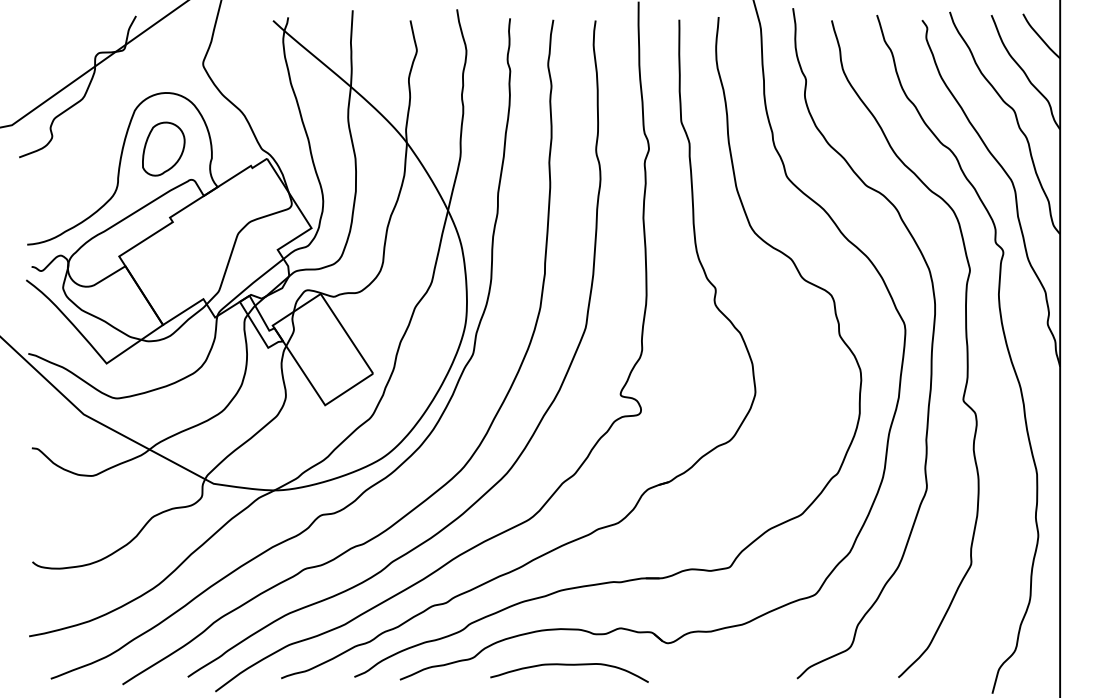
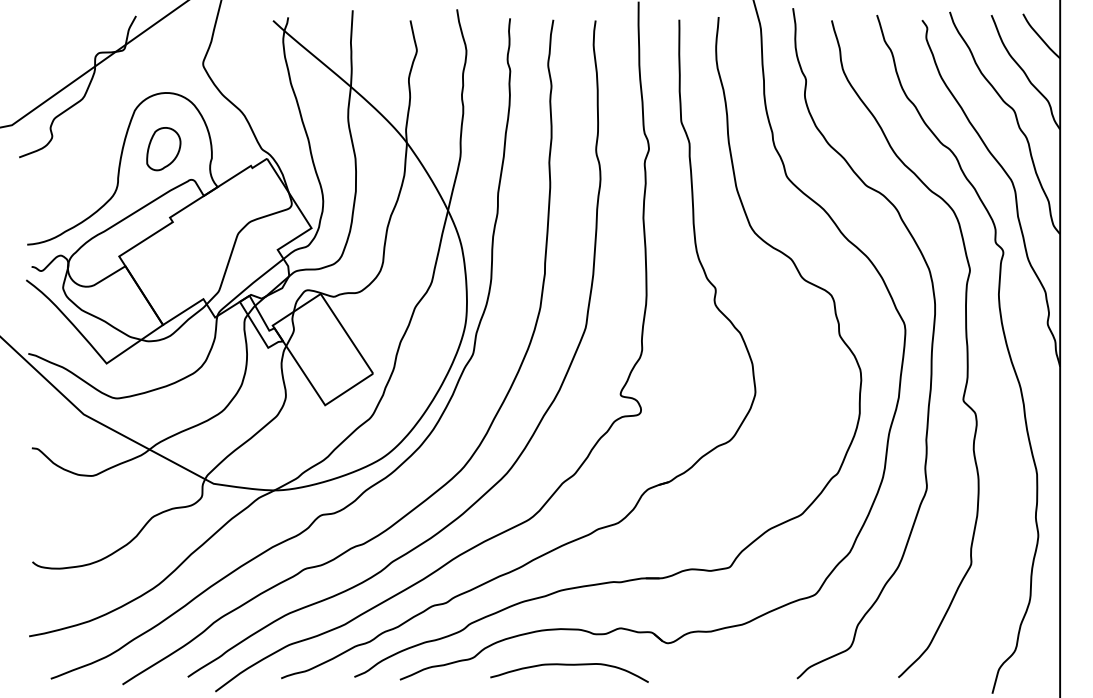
part at (163, 148) size: 44x56 px -> 36x45 px
